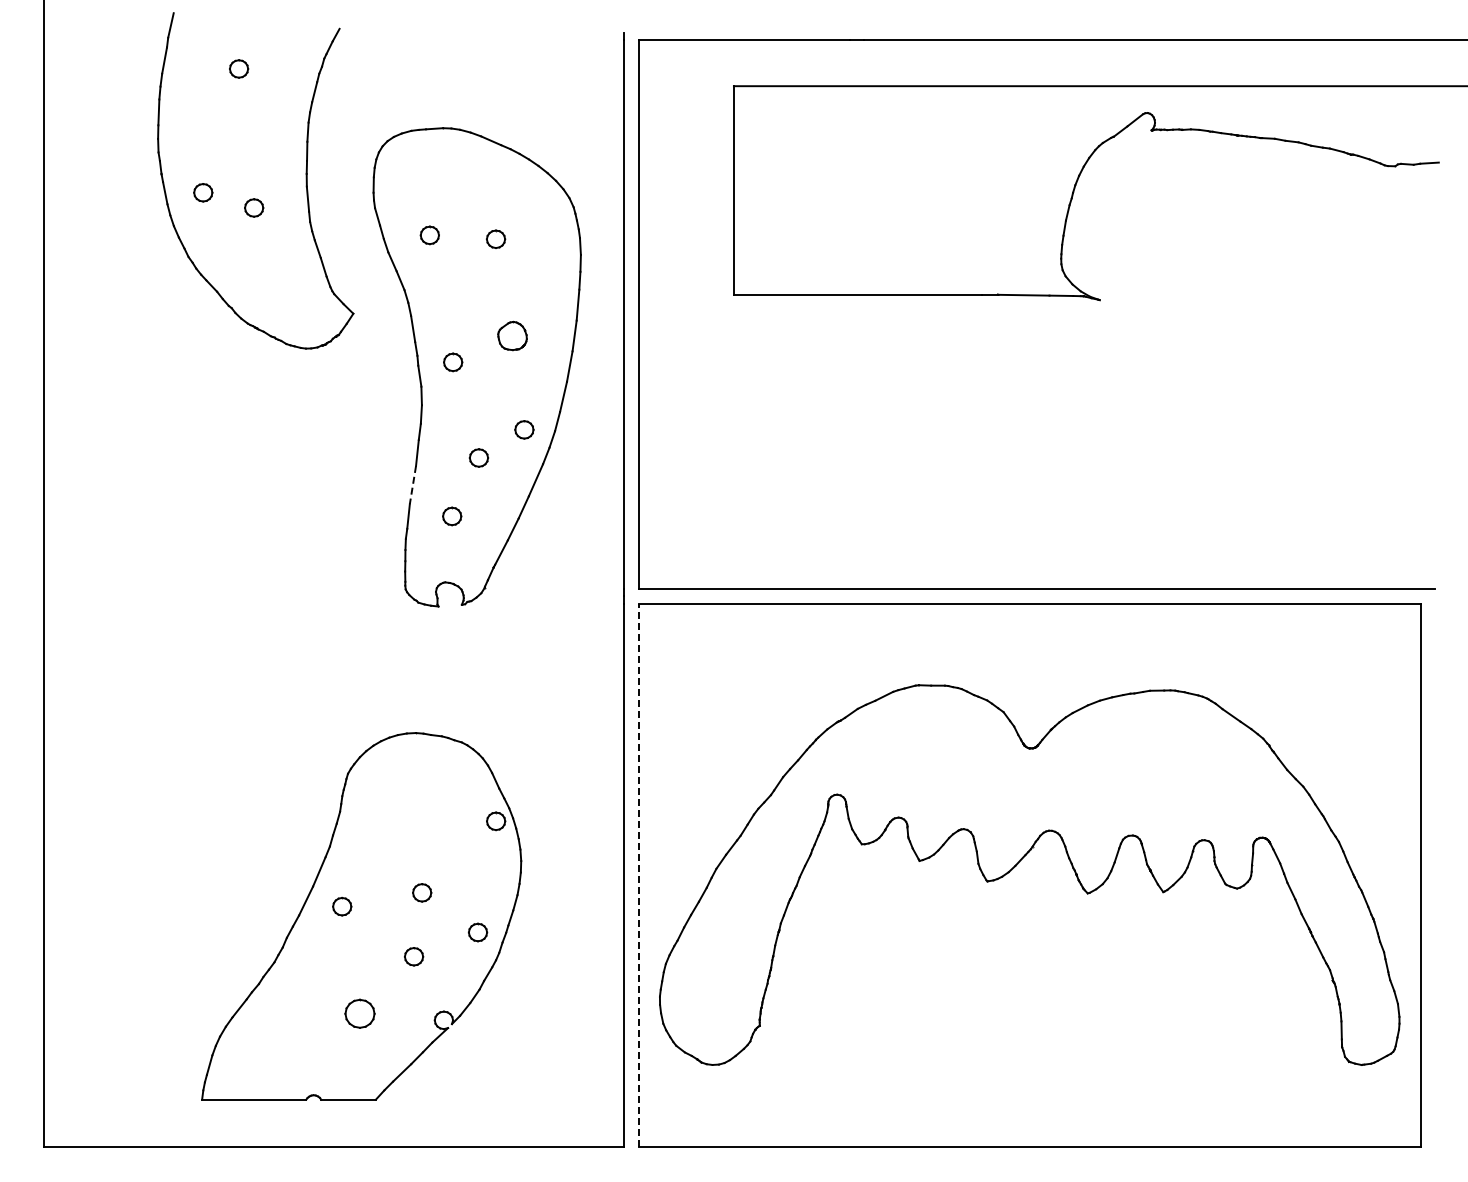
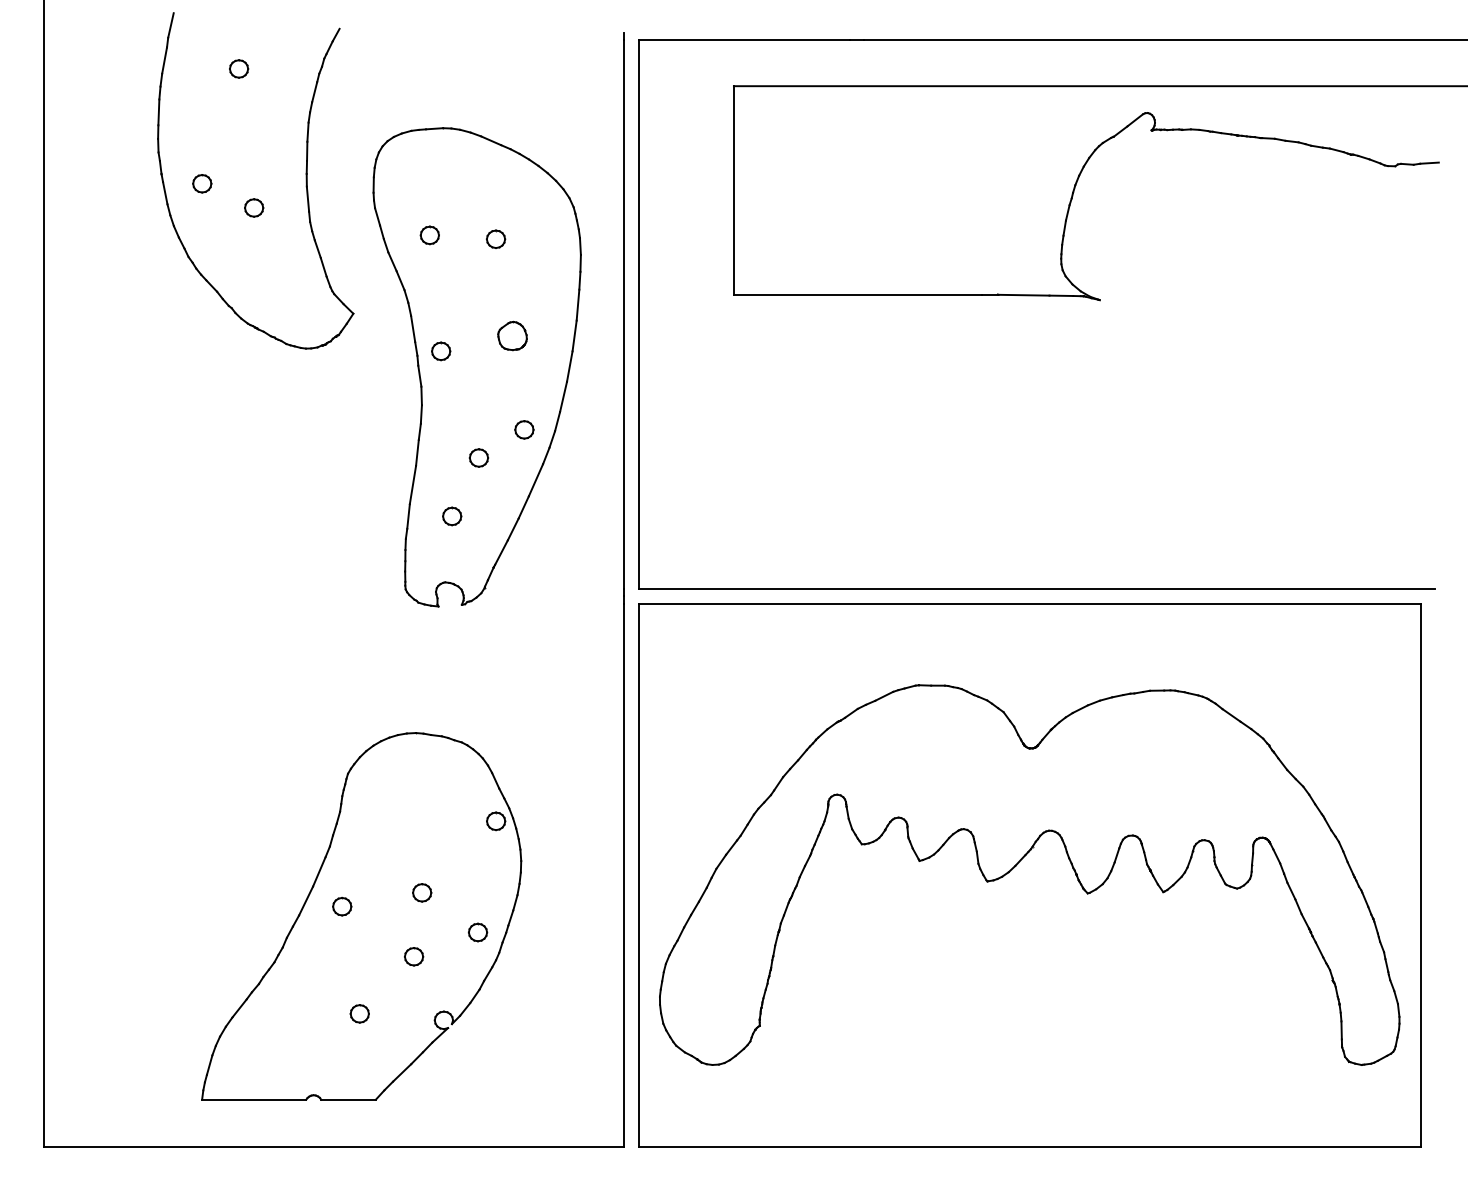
part at (203, 192) position: (203, 192) -> (202, 183)
part at (453, 362) position: (453, 362) -> (441, 351)
line at (412, 485): dashed -> solid
line at (638, 874): dashed -> solid
part at (359, 1013) size: 32x31 px -> 21x20 px
